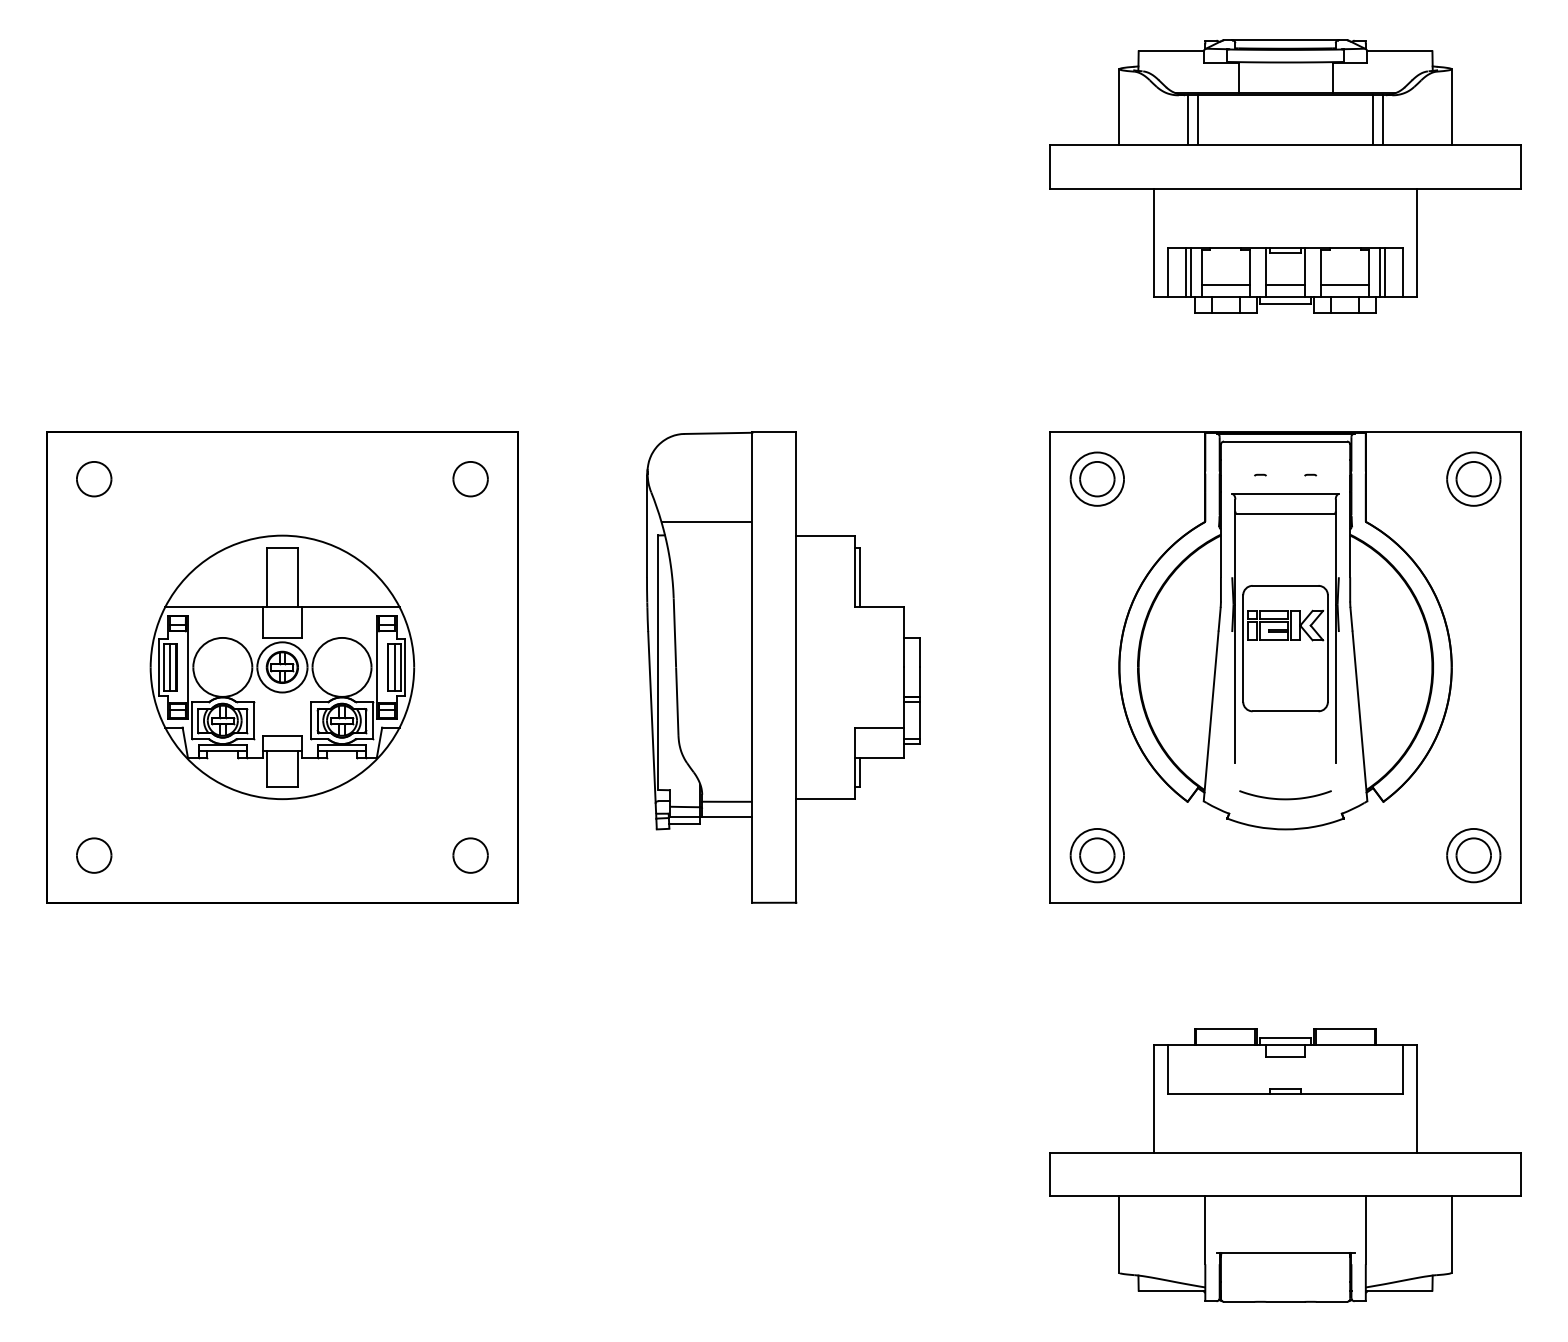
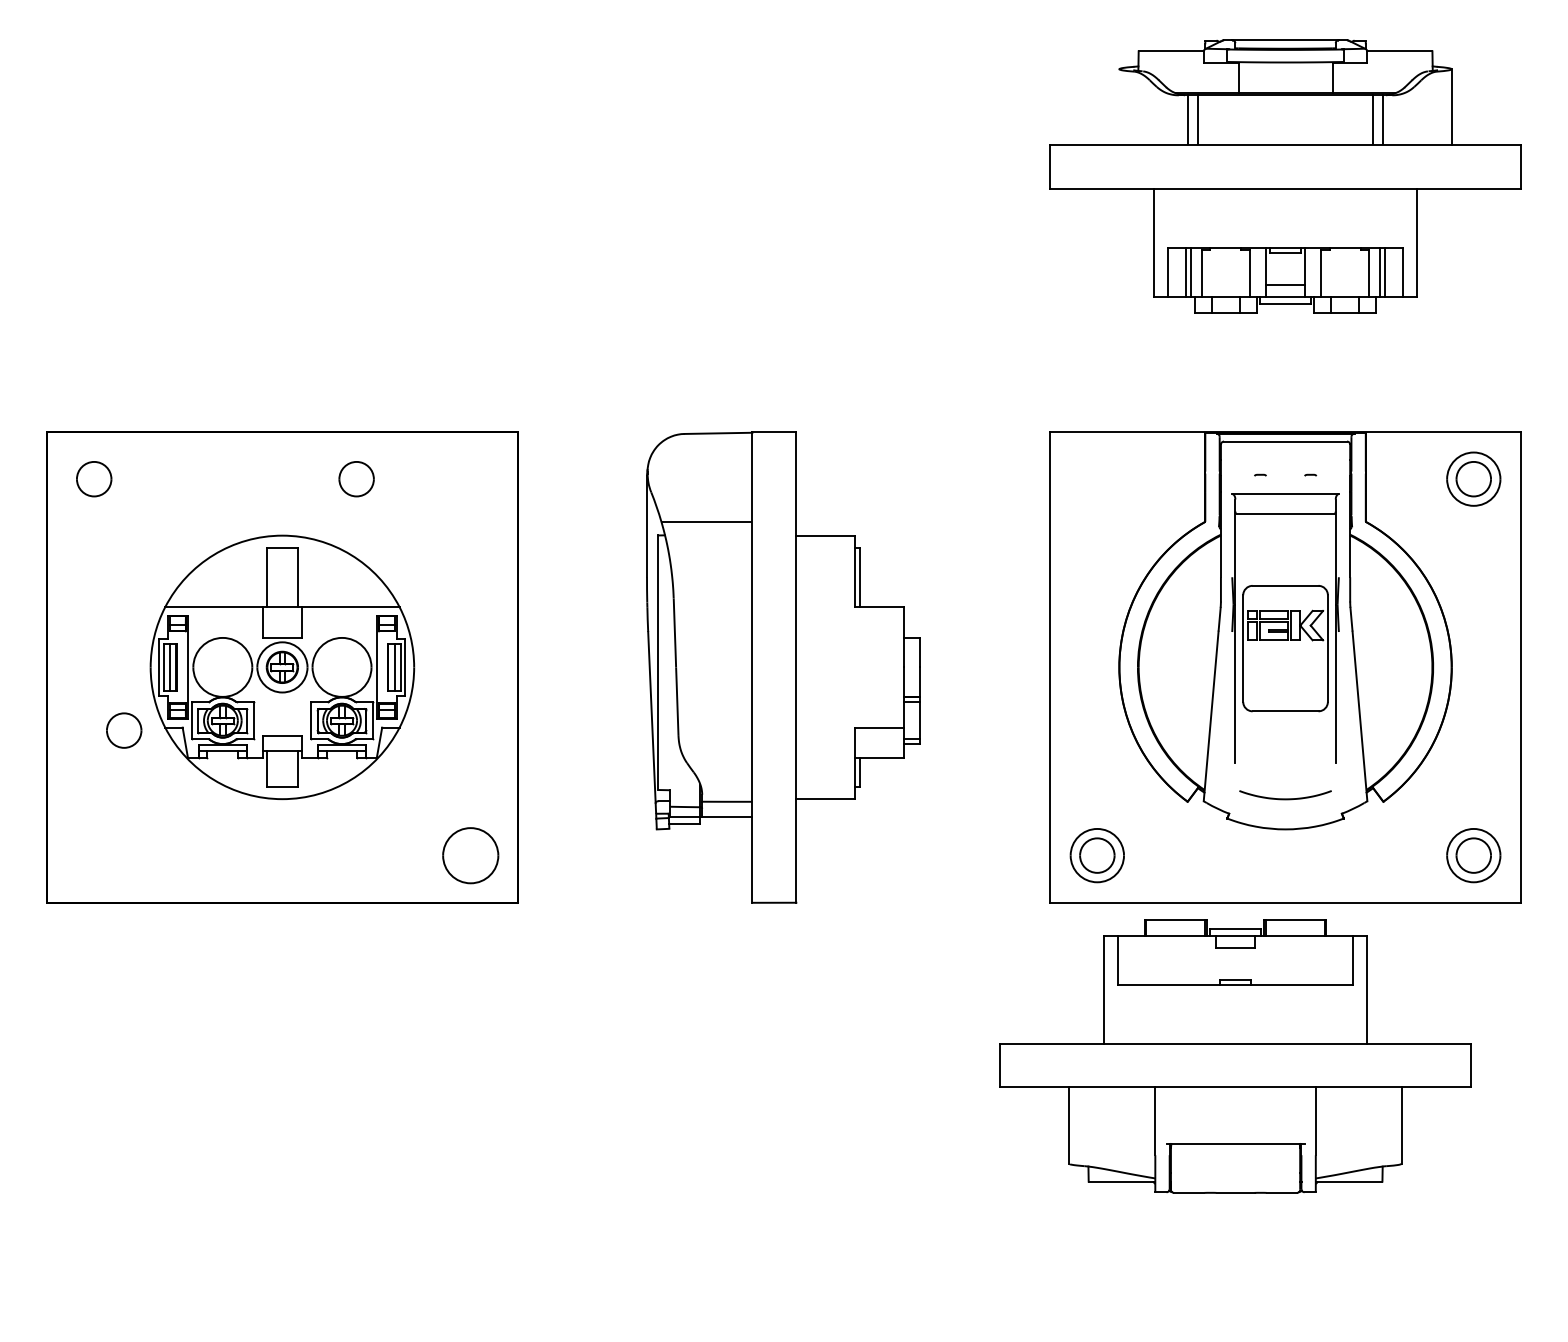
line at (1119, 107): present -> none
line at (1225, 284): present -> none
line at (1344, 284): present -> none
part at (1096, 478): present -> none
part at (470, 479) position: (470, 479) -> (356, 479)
part at (94, 855) position: (94, 855) -> (124, 730)
part at (470, 855) size: 37x37 px -> 58x58 px
part at (1285, 1165) position: (1285, 1165) -> (1235, 1056)
